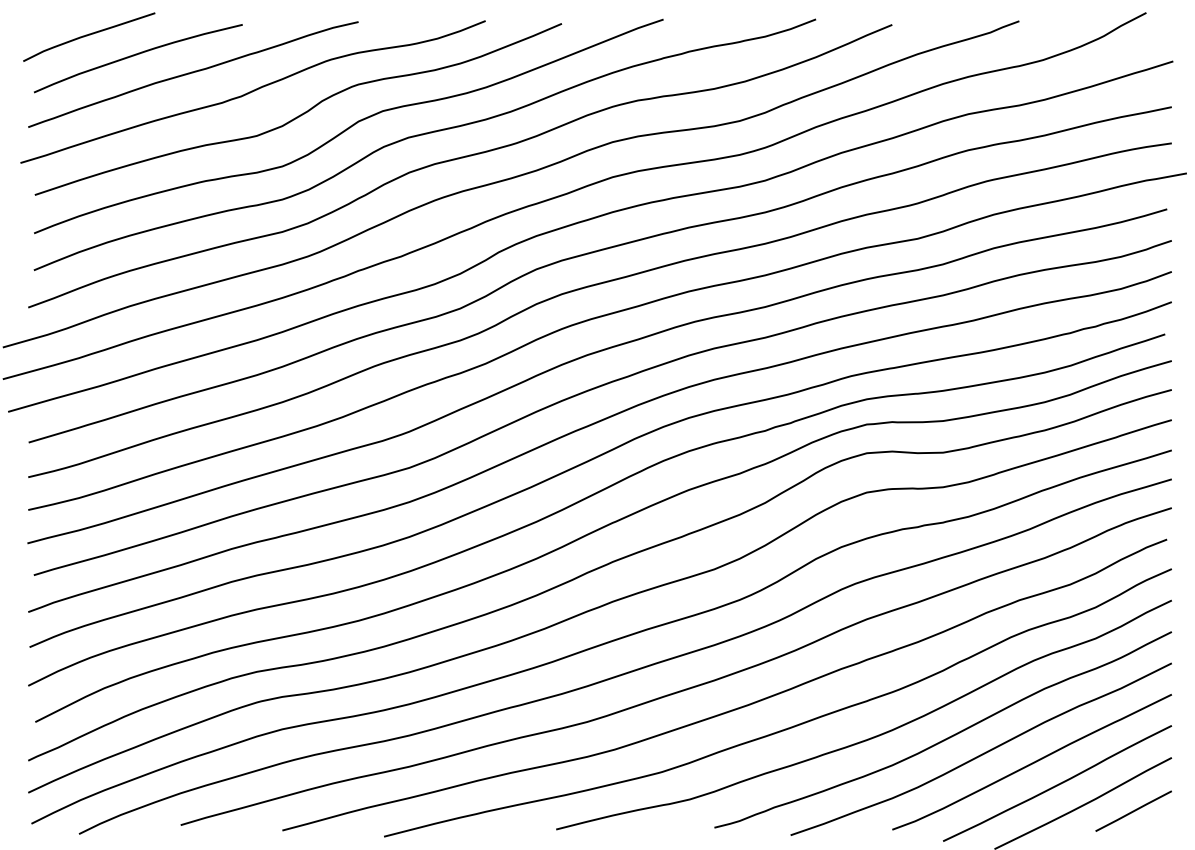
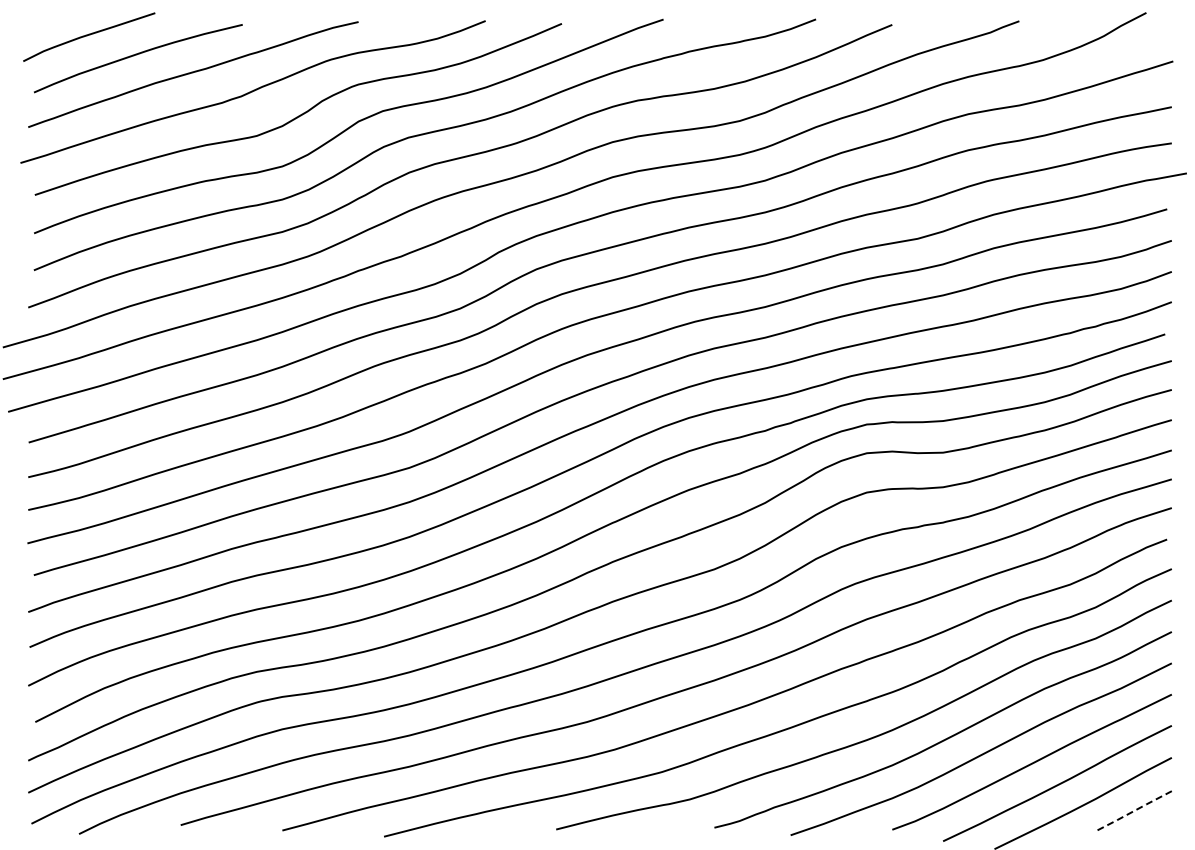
line at (1133, 811): solid -> dashed
